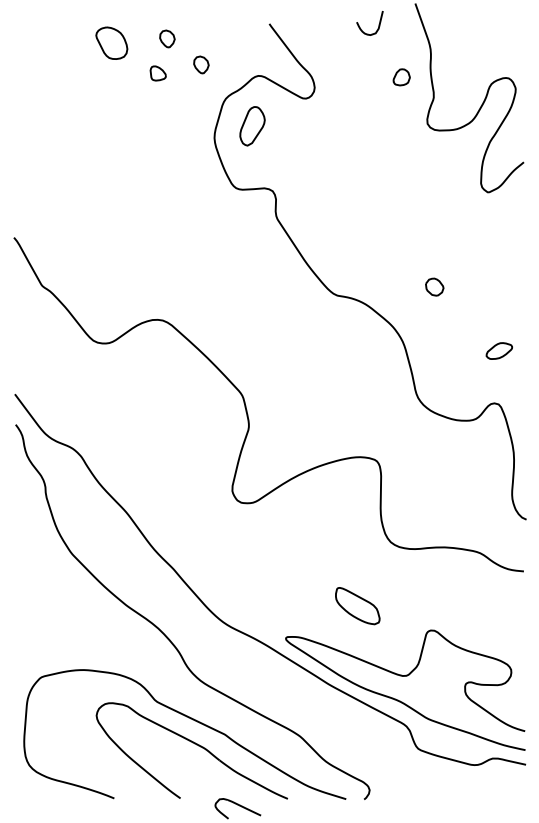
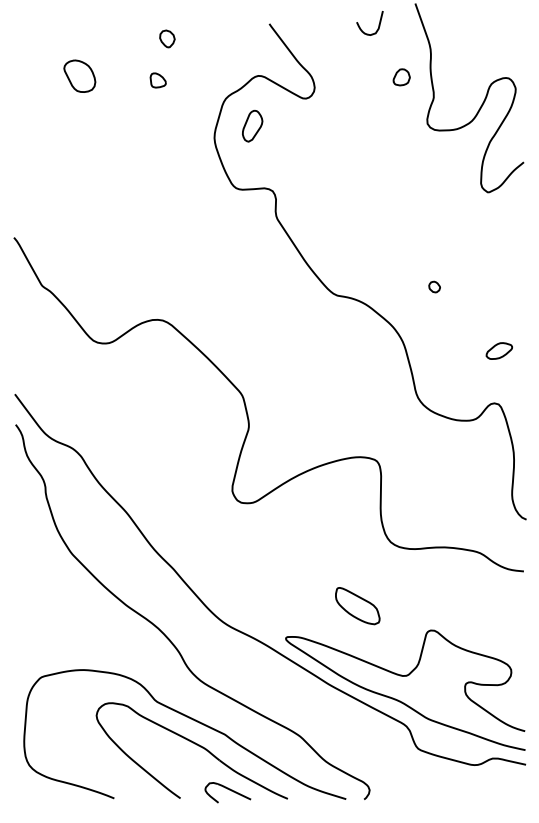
part at (111, 42) position: (111, 42) -> (79, 75)
part at (201, 64): present -> none
part at (157, 73) position: (157, 73) -> (157, 80)
part at (252, 126) size: 27x41 px -> 22x34 px
part at (434, 286) size: 20x20 px -> 13x14 px
part at (237, 808) position: (237, 808) -> (227, 792)
